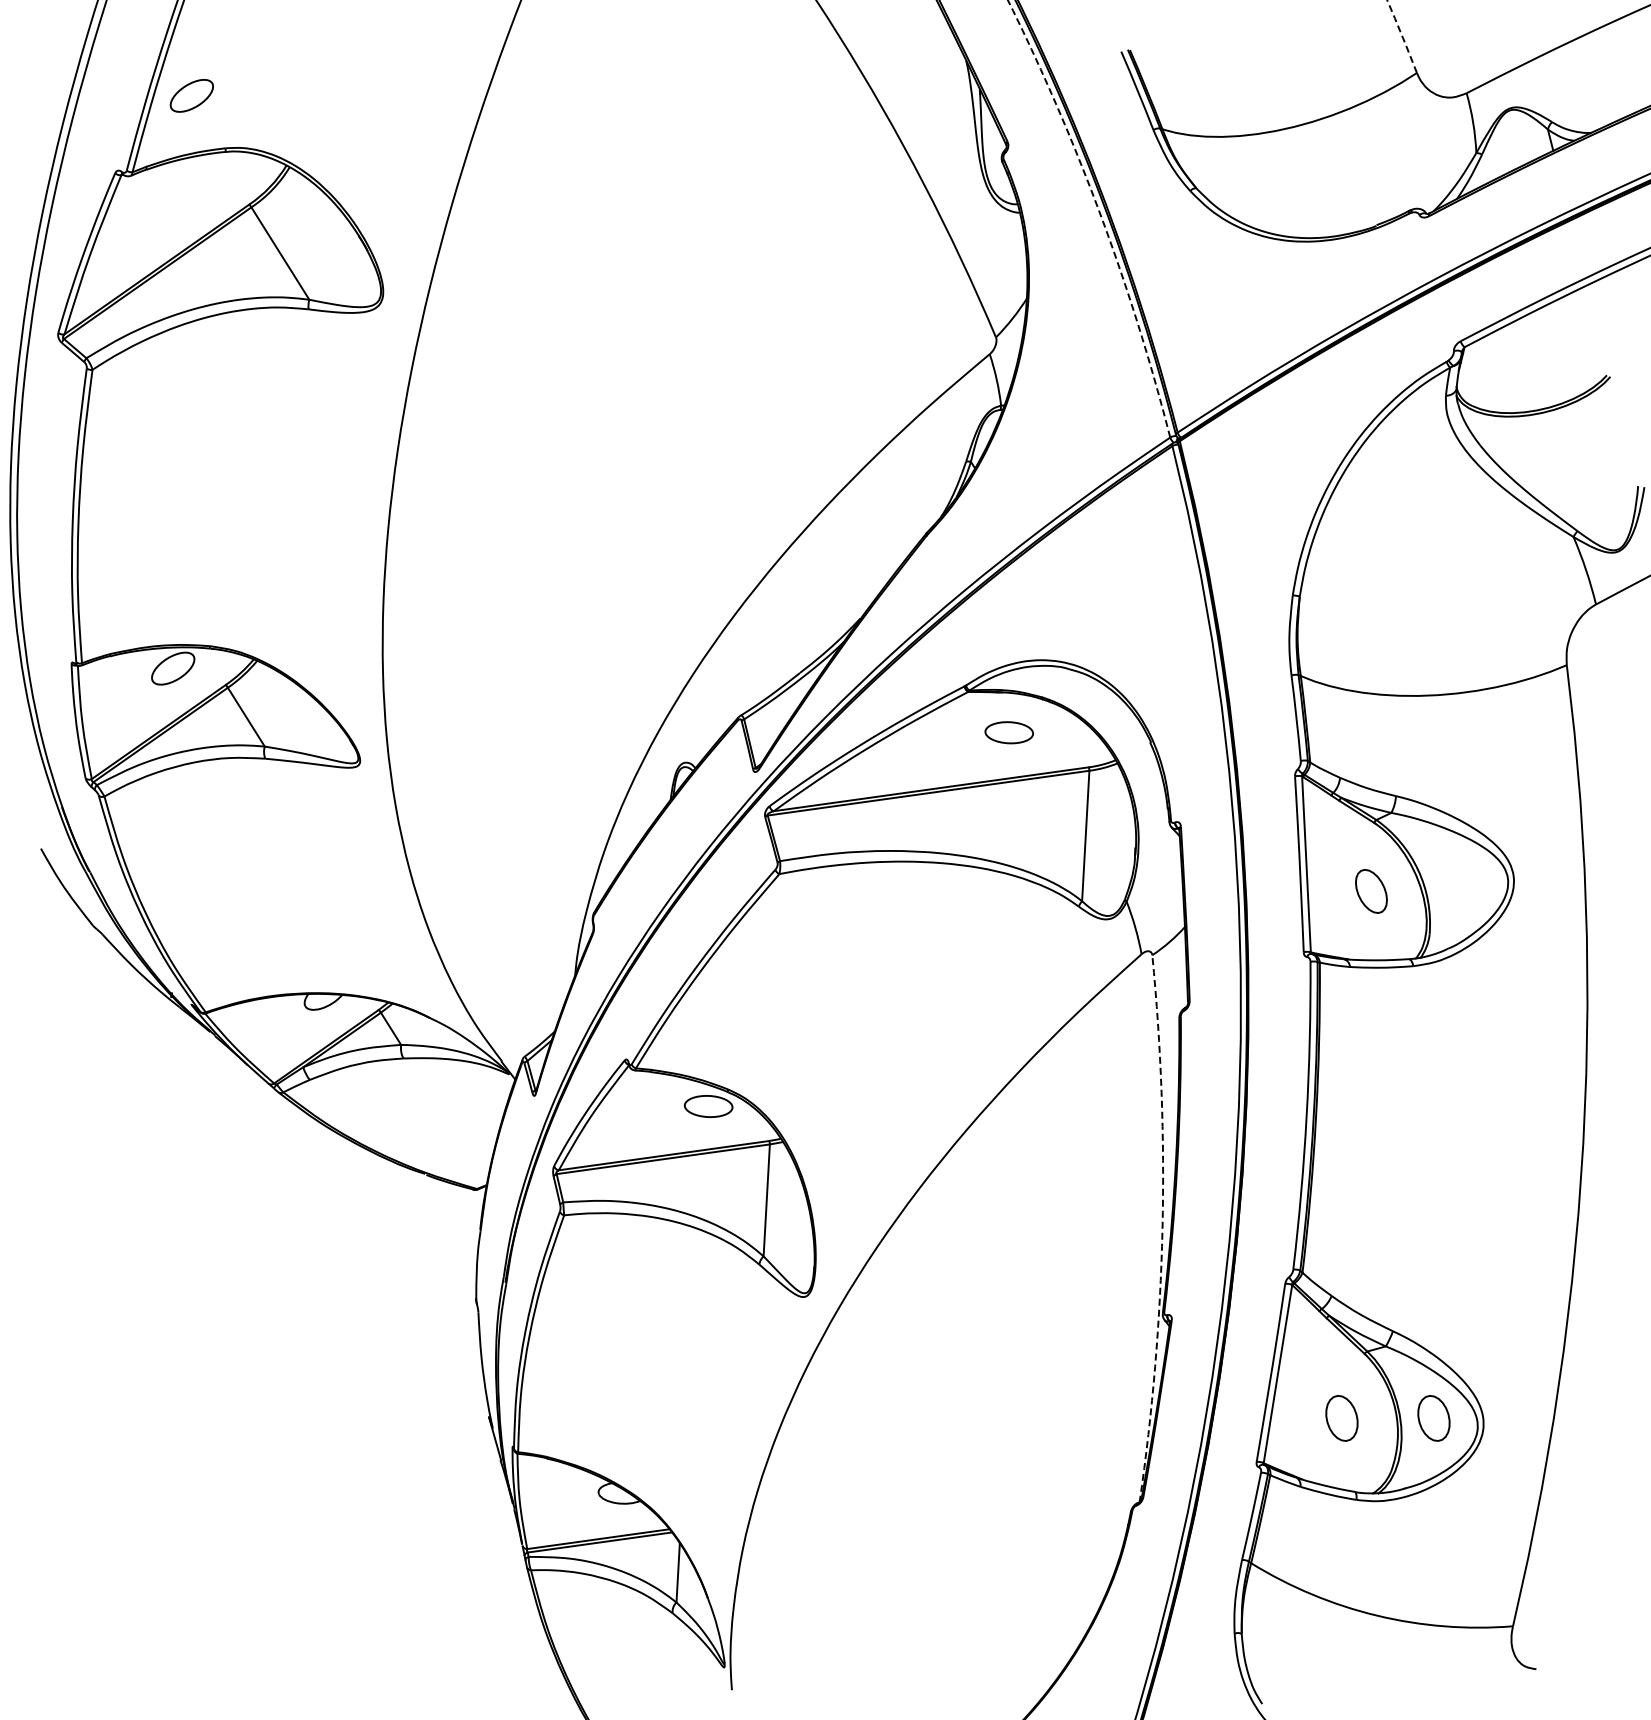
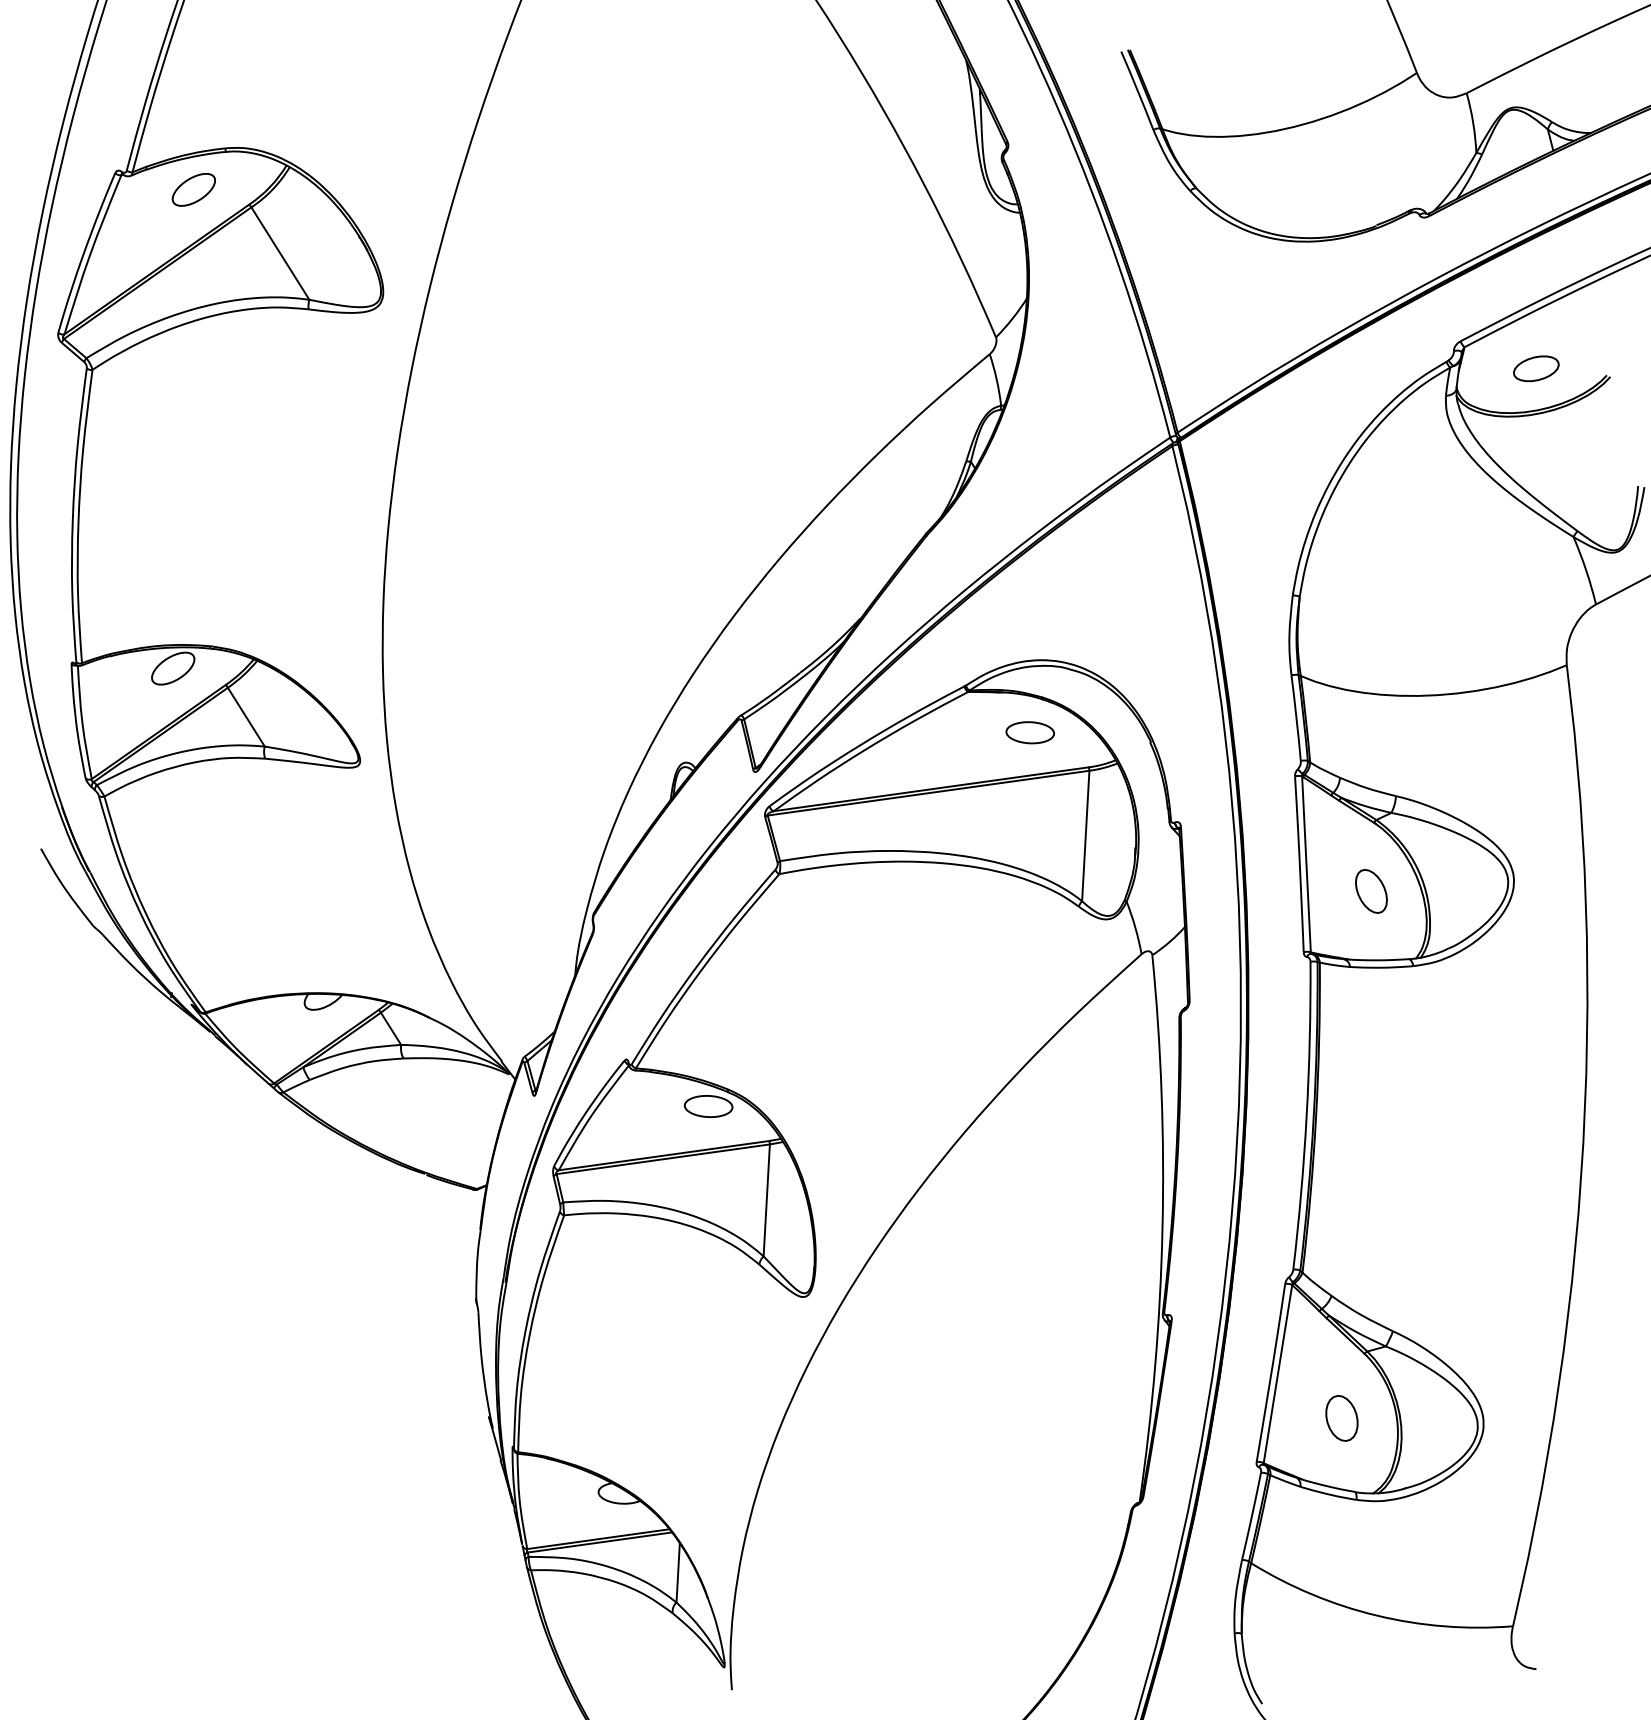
arc at (1402, 36): dashed -> solid
part at (191, 95) position: (191, 95) -> (193, 189)
arc at (1100, 214): dashed -> solid
part at (1536, 368): none -> present
part at (1008, 732) position: (1008, 732) -> (1029, 732)
arc at (1162, 1229): dashed -> solid
part at (1433, 1418): present -> none
